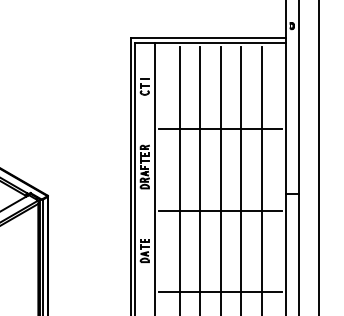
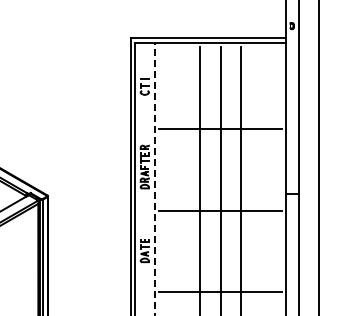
line at (155, 178): solid -> dashed
line at (179, 179): present -> none
line at (261, 179): present -> none
